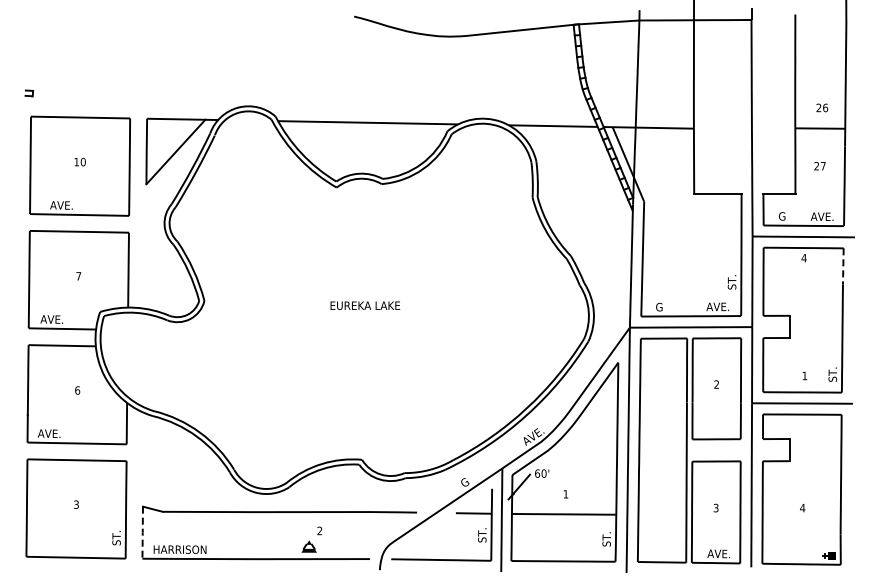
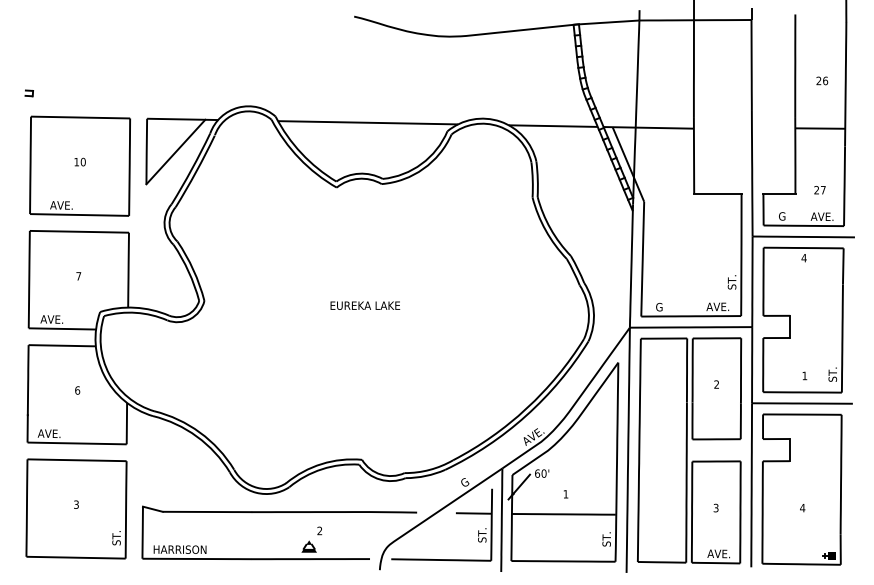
text at (822, 107) position: (822, 107) -> (822, 80)
text at (819, 166) position: (819, 166) -> (819, 190)
line at (843, 267): dashed -> solid
line at (142, 532): dashed -> solid
